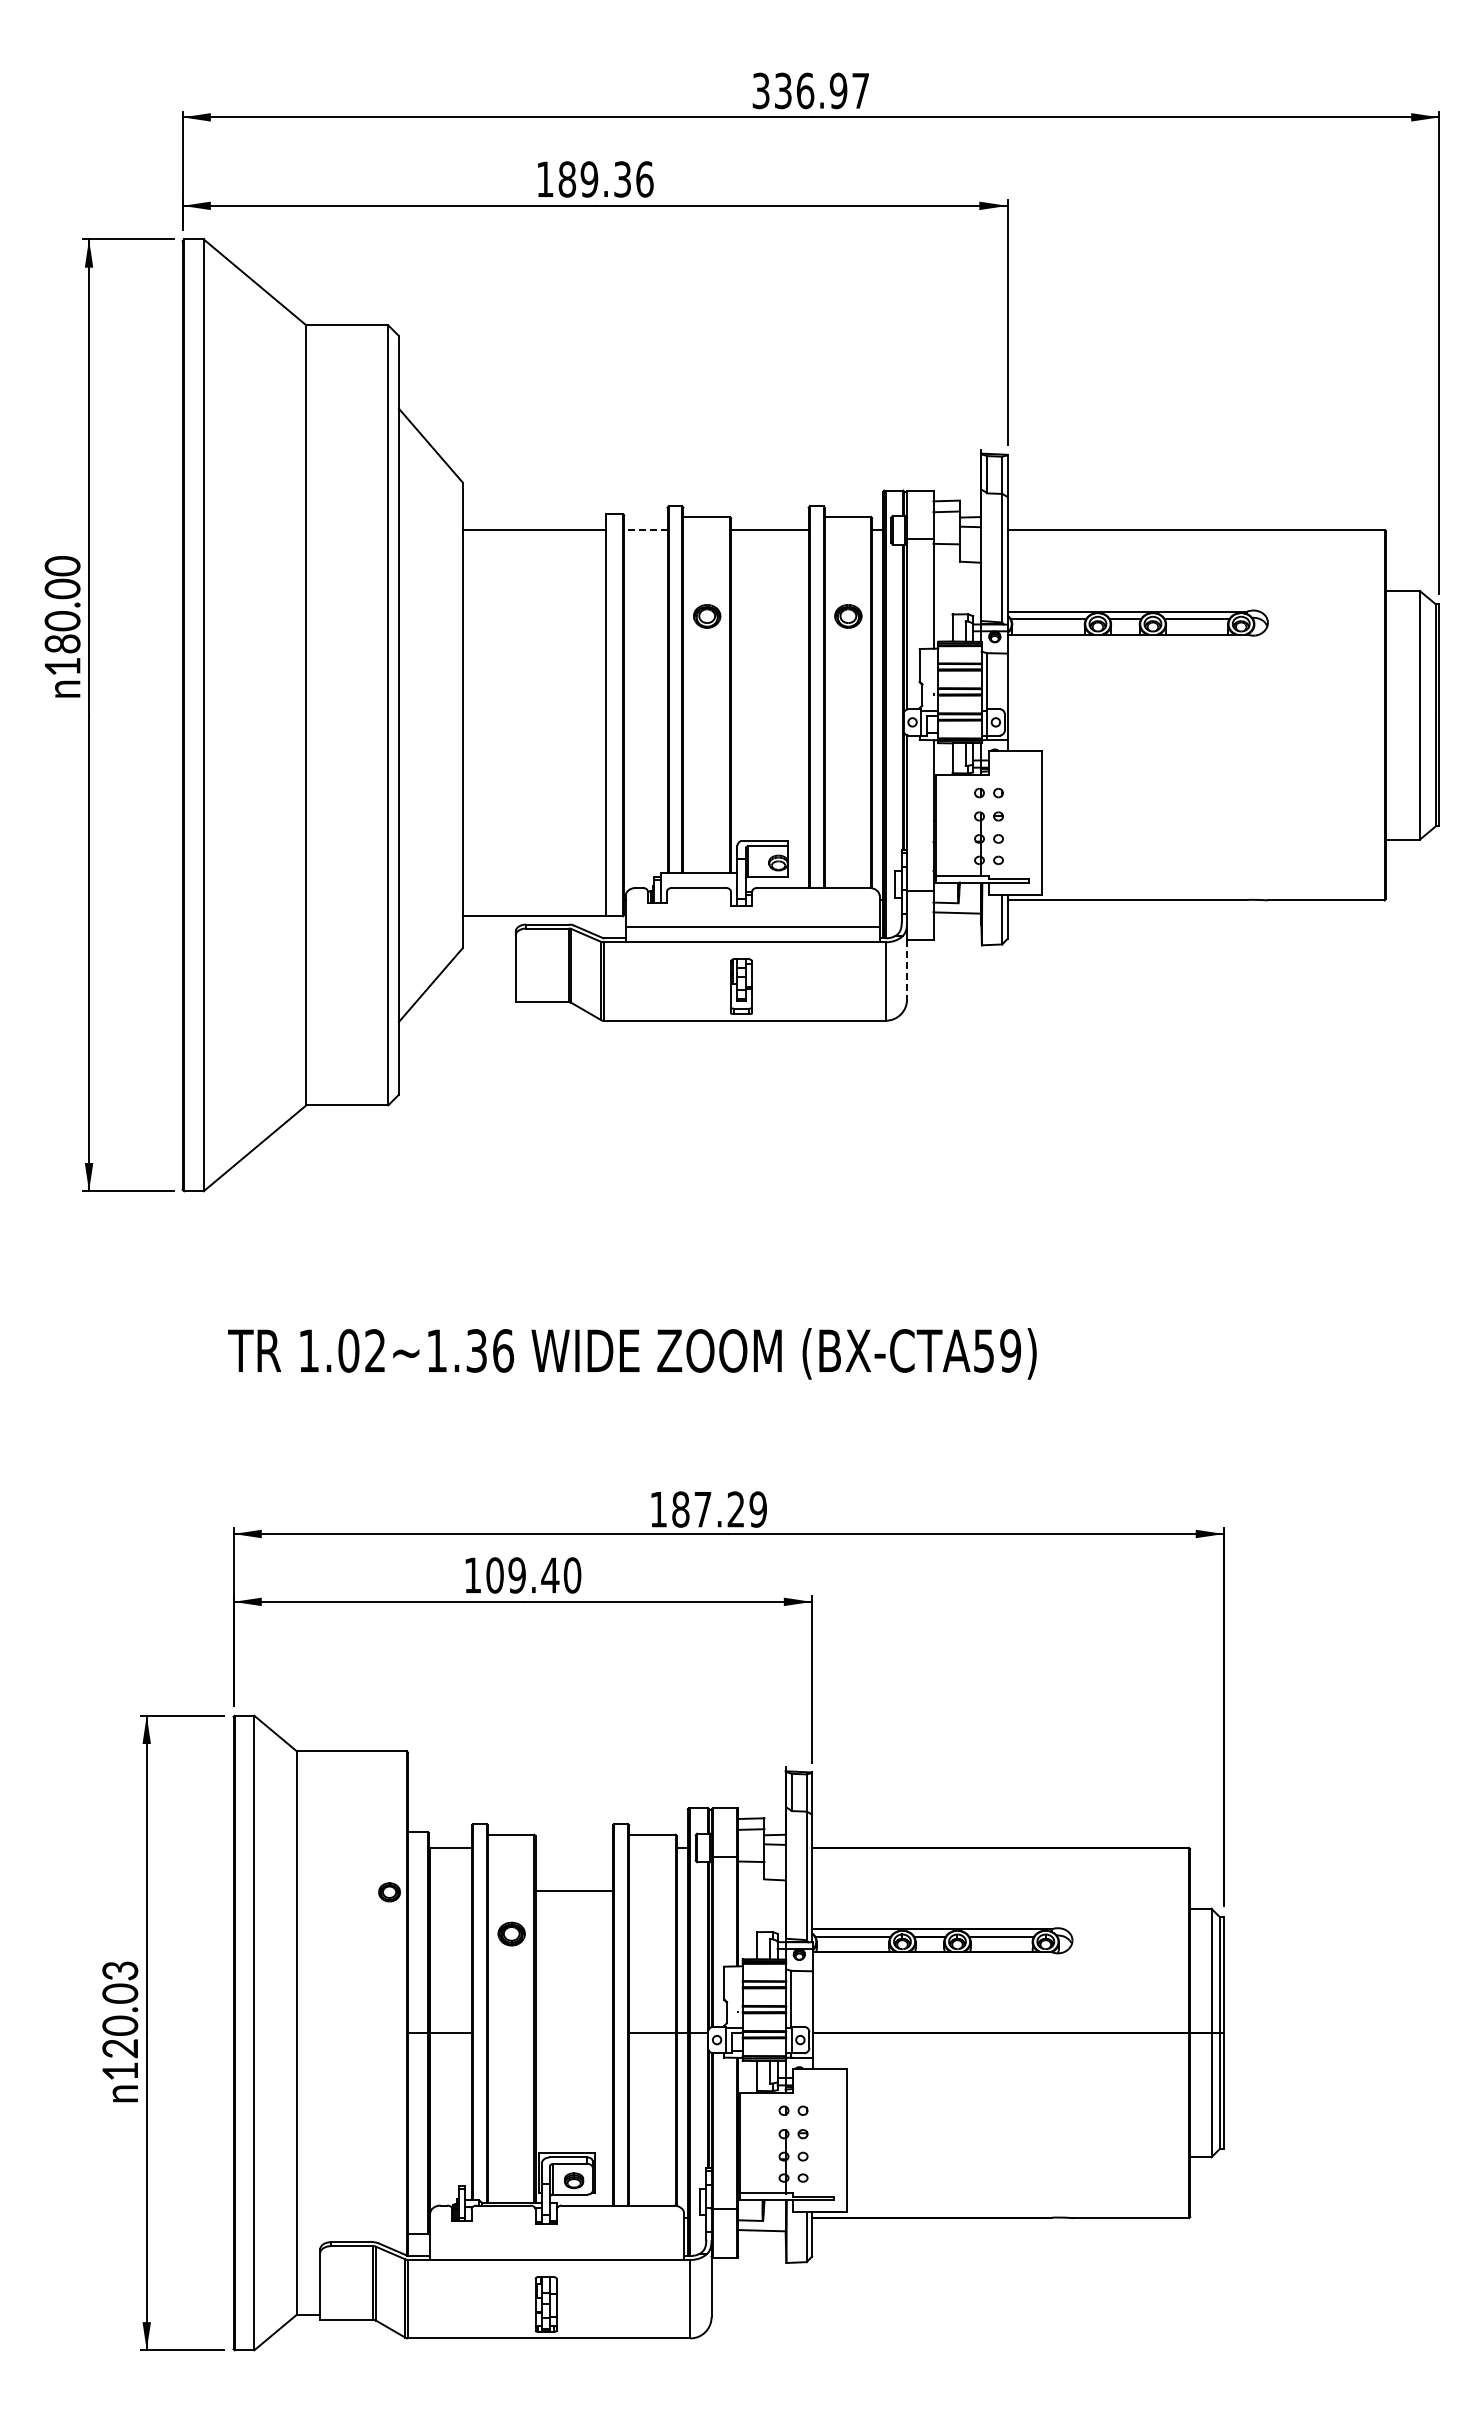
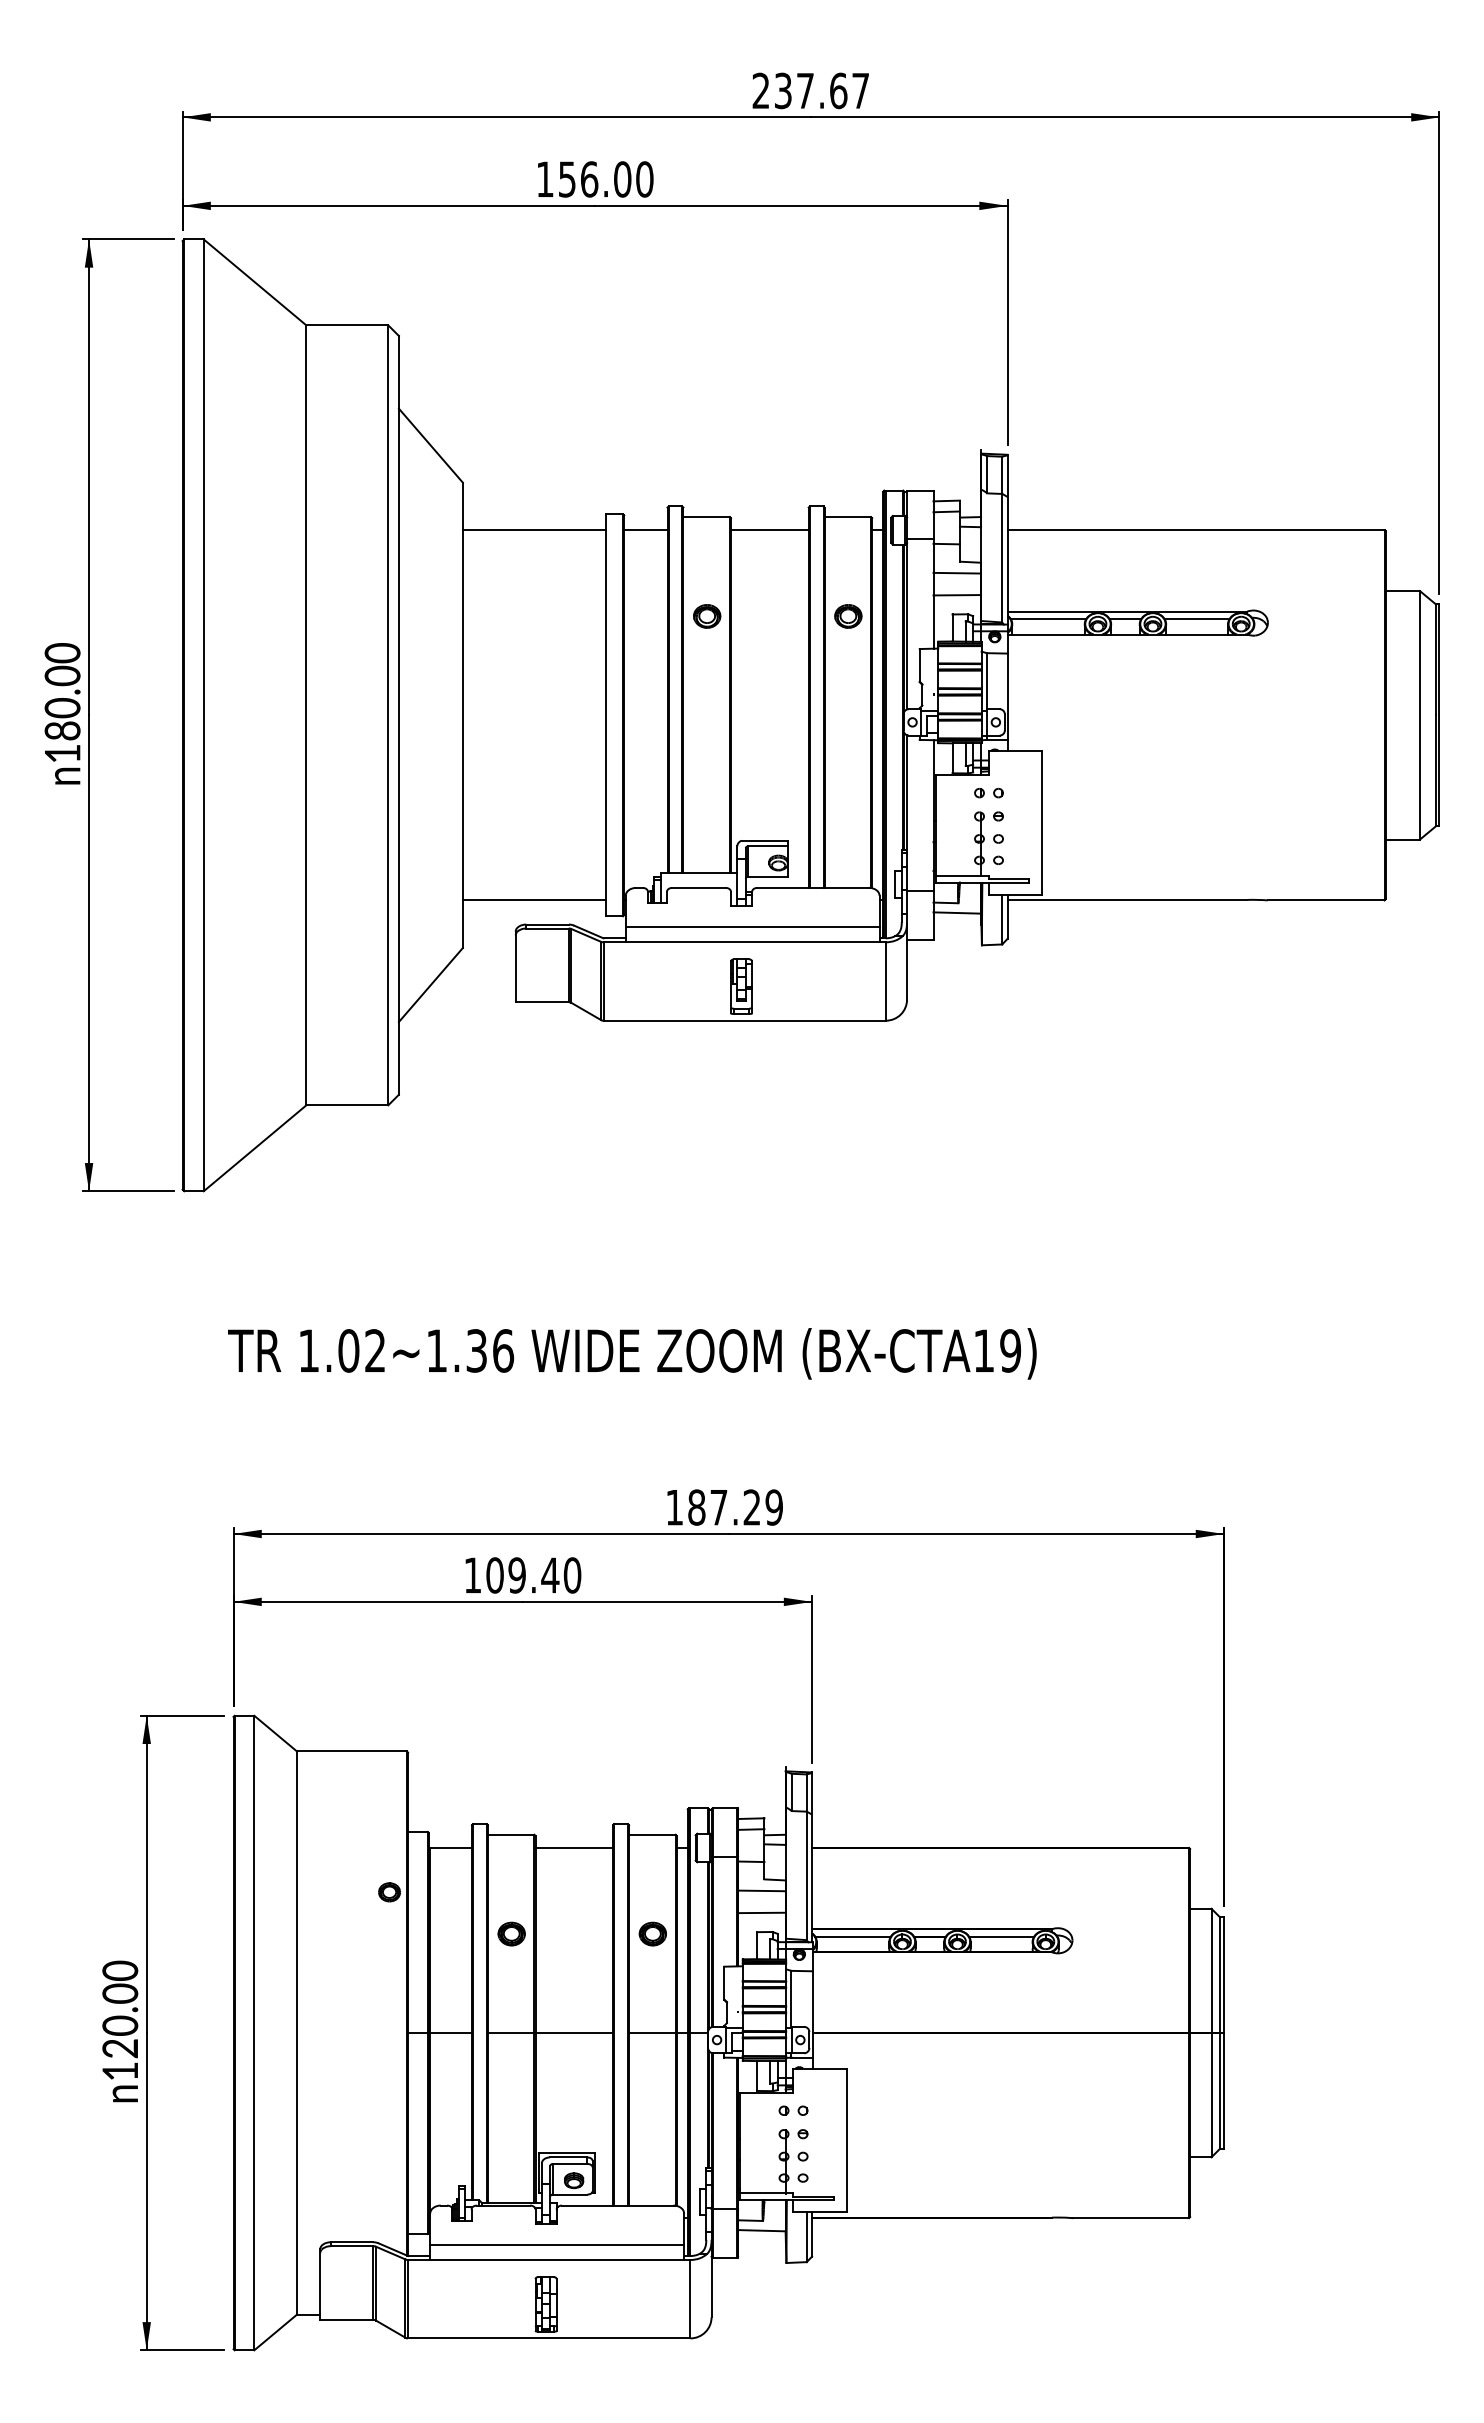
text at (799, 90): 336.97 -> 237.67
text at (605, 179): 189.36 -> 156.00
line at (645, 530): dashed -> solid
line at (957, 572): none -> present
line at (957, 595): none -> present
text at (62, 626) position: (62, 626) -> (62, 713)
line at (533, 916) position: (533, 916) -> (533, 900)
line at (907, 969): dashed -> solid
text at (983, 1350): (BX-CTA59) -> (BX-CTA19)
text at (708, 1509) position: (708, 1509) -> (724, 1507)
line at (574, 1890) position: (574, 1890) -> (574, 1847)
line at (761, 1890): none -> present
line at (761, 1912): none -> present
part at (652, 1933): none -> present
text at (120, 1970): 120.03 -> 120.00
line at (550, 2033): none -> present
line at (557, 2245): none -> present
